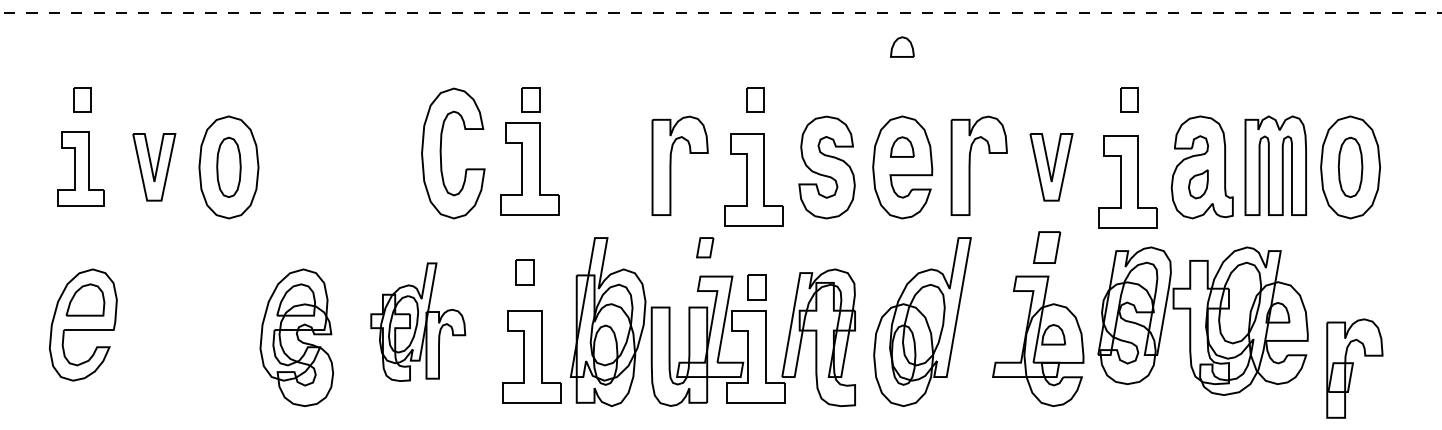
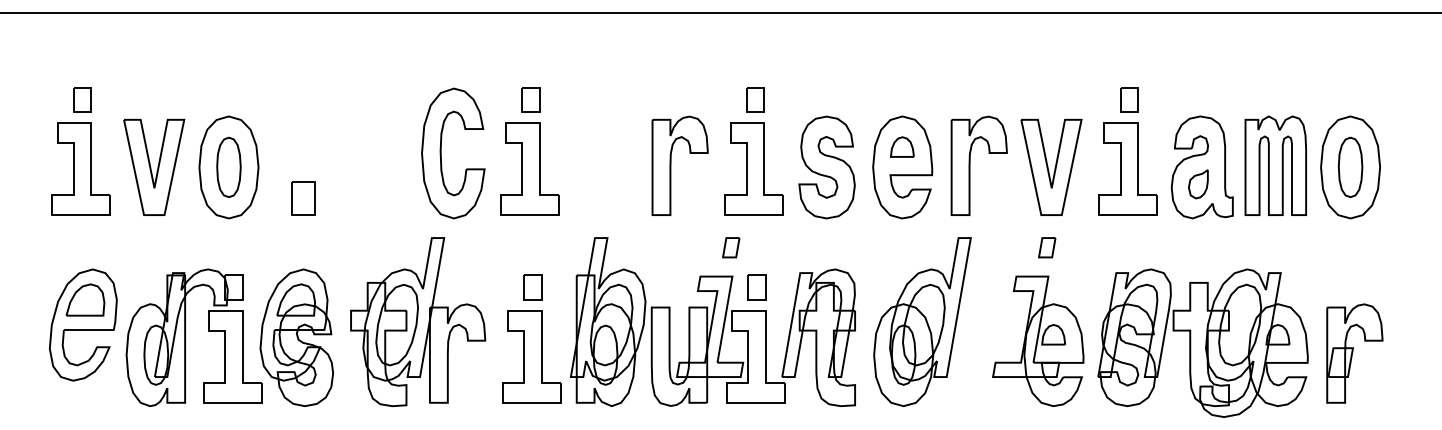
line at (720, 12): dashed -> solid
part at (902, 46): present -> none
part at (154, 167) size: 45x69 px -> 63x98 px
part at (1051, 167) size: 45x69 px -> 63x98 px
part at (80, 168) size: 48x76 px -> 60x94 px
part at (753, 179) position: (753, 179) -> (753, 168)
part at (1127, 181) position: (1127, 181) -> (1127, 168)
part at (303, 198): none -> present
part at (705, 247) position: (705, 247) -> (731, 247)
part at (1047, 247) size: 29x33 px -> 19x22 px
part at (524, 272) position: (524, 272) -> (532, 287)
part at (1202, 320) position: (1202, 320) -> (1202, 342)
part at (418, 321) size: 97x120 px -> 137x171 px
part at (185, 337): none -> present
part at (1354, 368) position: (1354, 368) -> (1354, 353)
